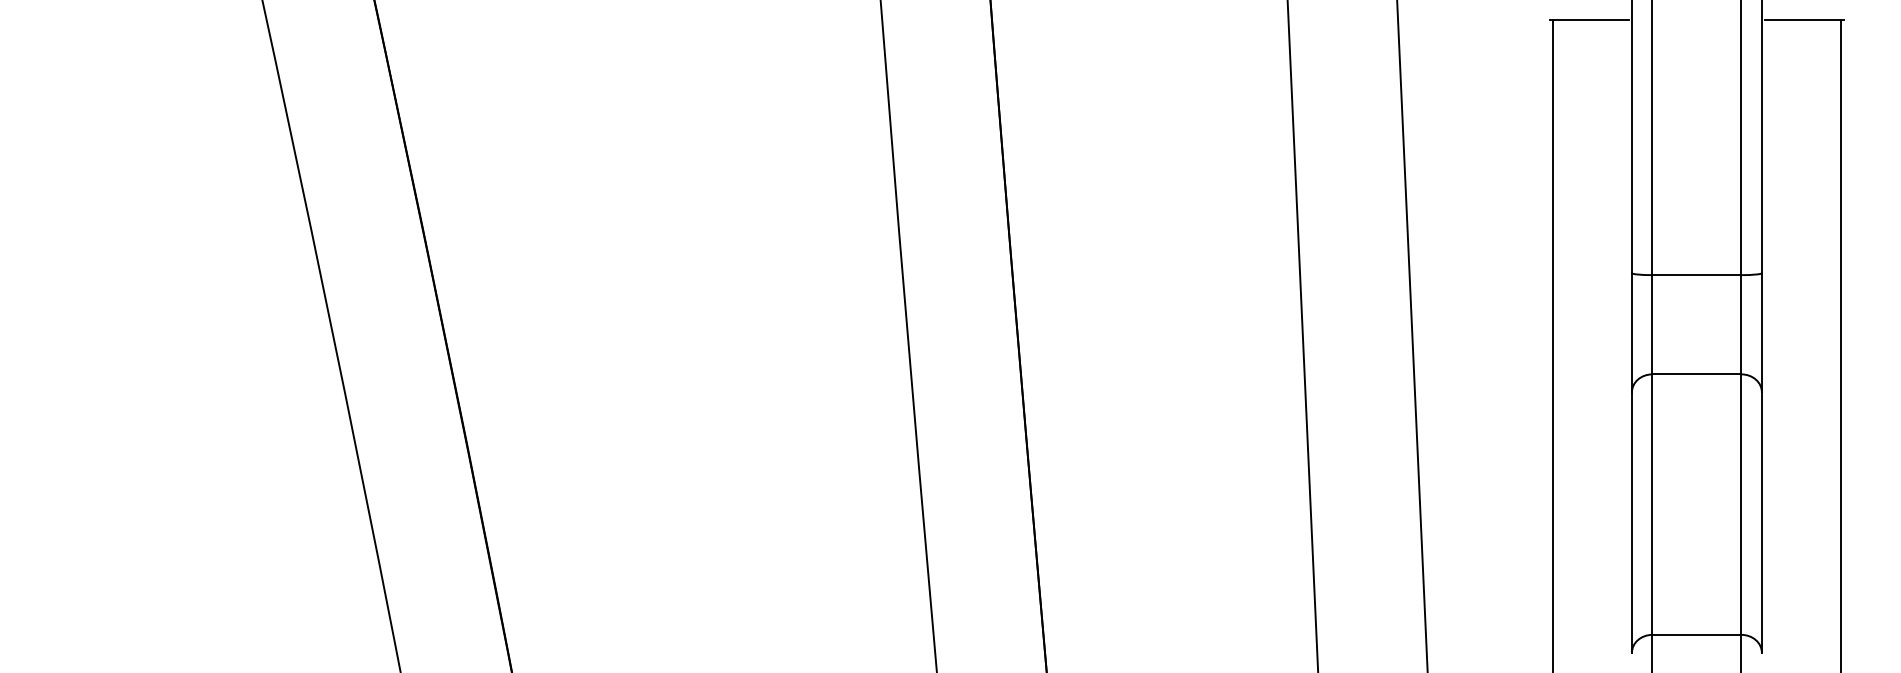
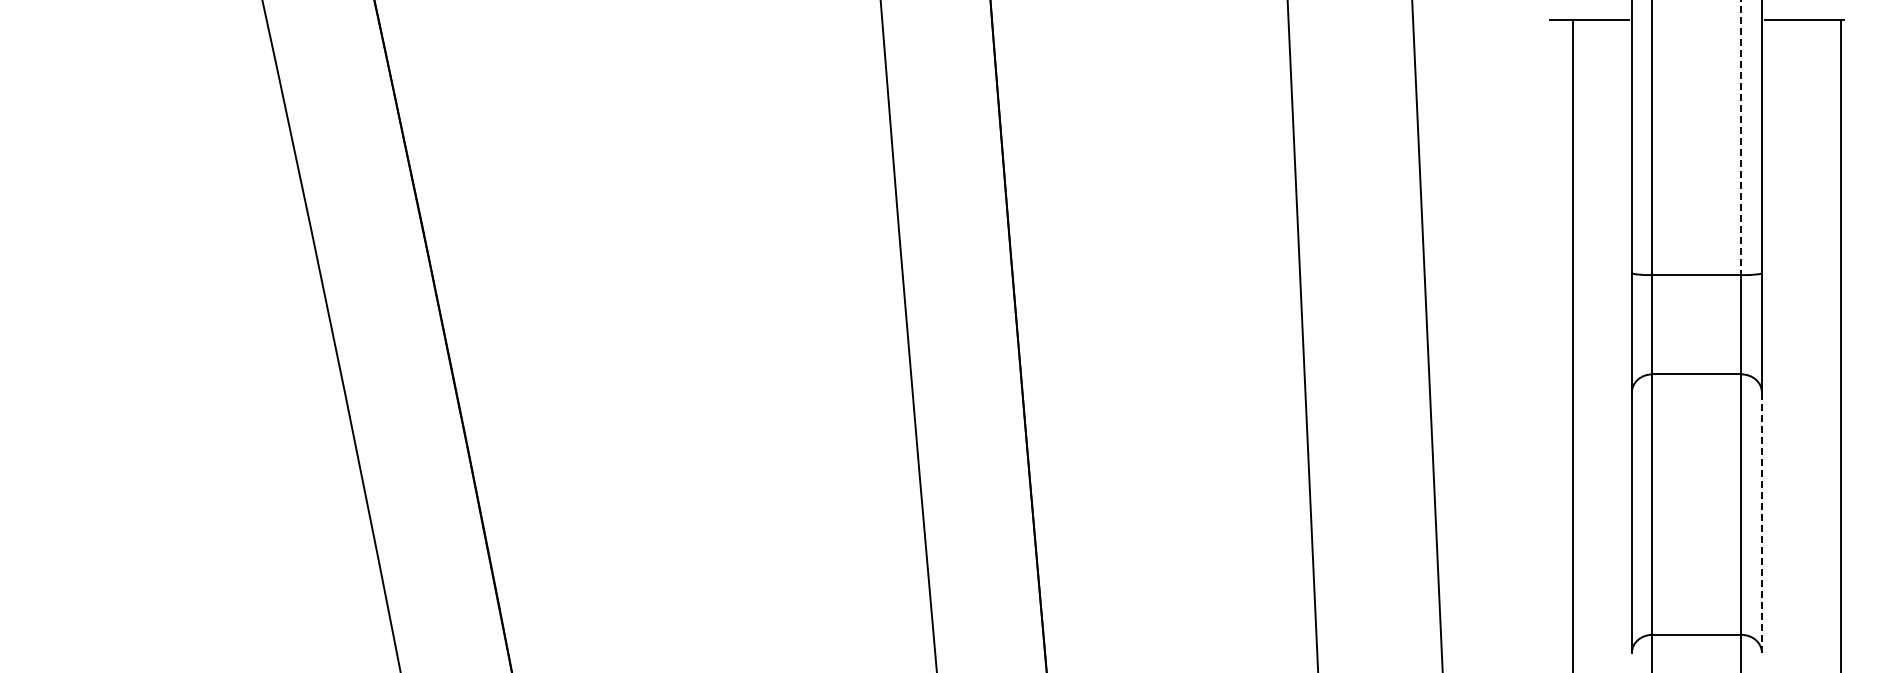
line at (1741, 138): solid -> dashed
line at (1412, 335) position: (1412, 335) -> (1427, 335)
line at (1553, 344) position: (1553, 344) -> (1573, 344)
line at (1761, 522): solid -> dashed
